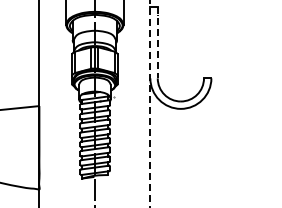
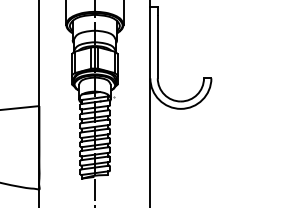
line at (157, 42): dashed -> solid
line at (150, 103): dashed -> solid
